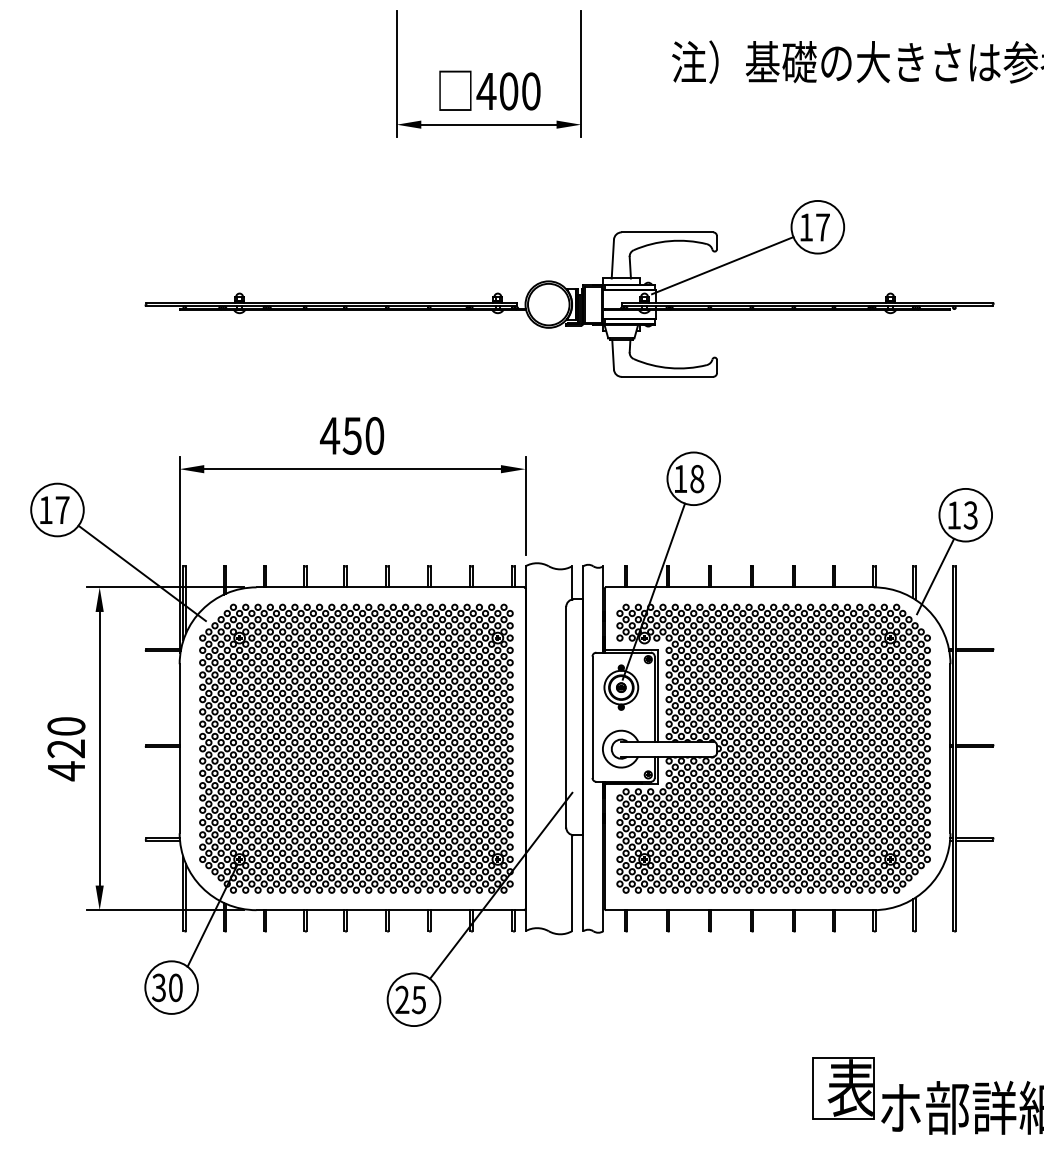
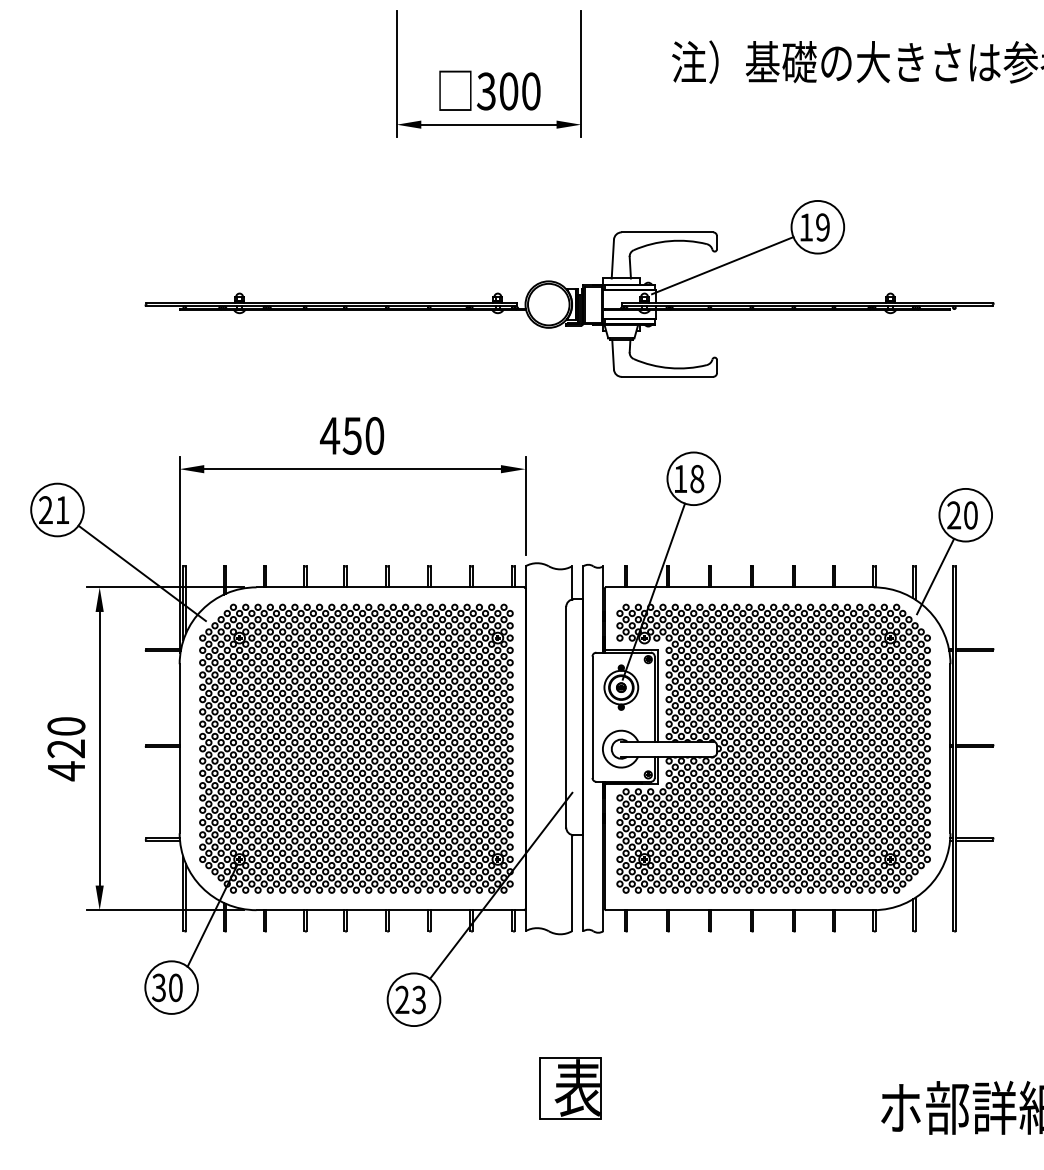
text at (486, 91): 400 -> 300
text at (822, 227): 17 -> 19
text at (54, 509): 17 -> 21
text at (962, 515): 13 -> 20
text at (418, 999): 25 -> 23
part at (843, 1088) position: (843, 1088) -> (570, 1088)
